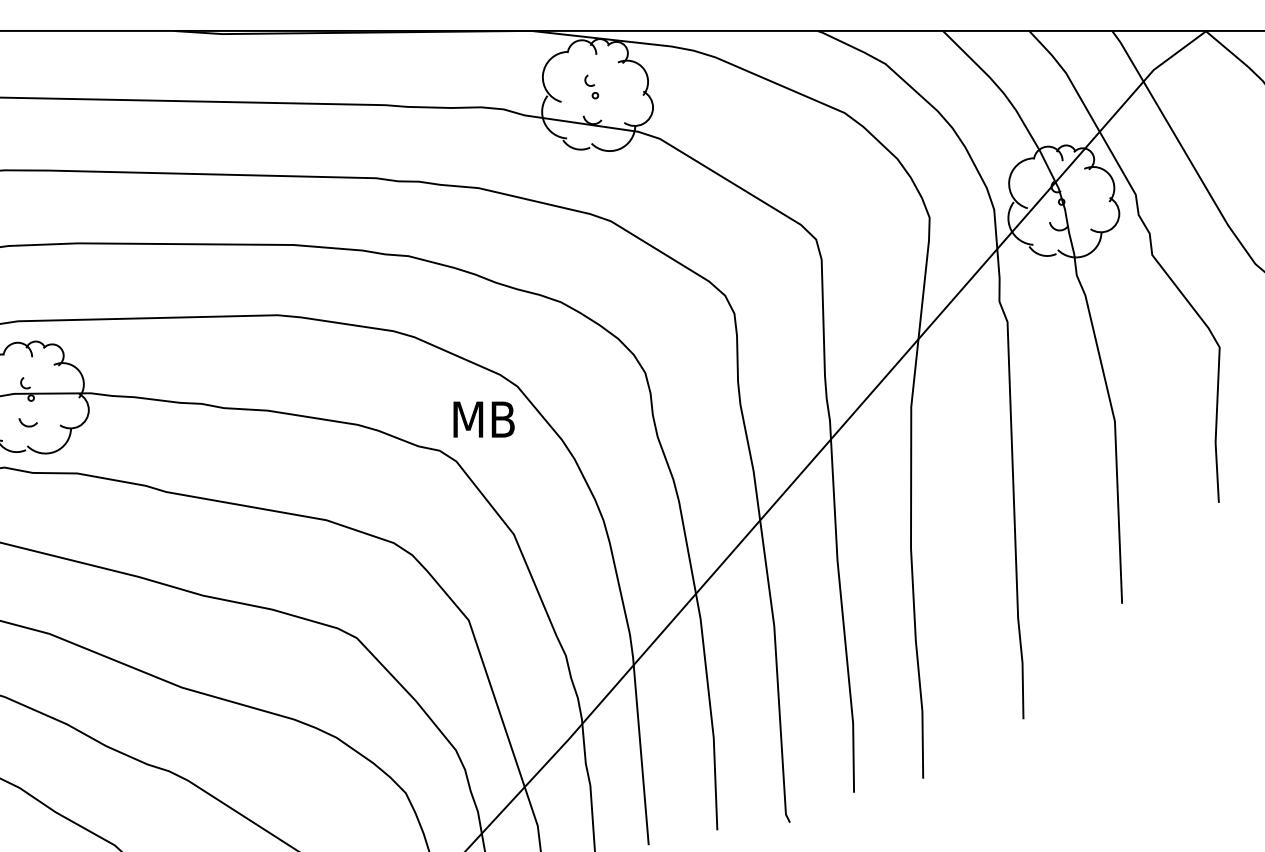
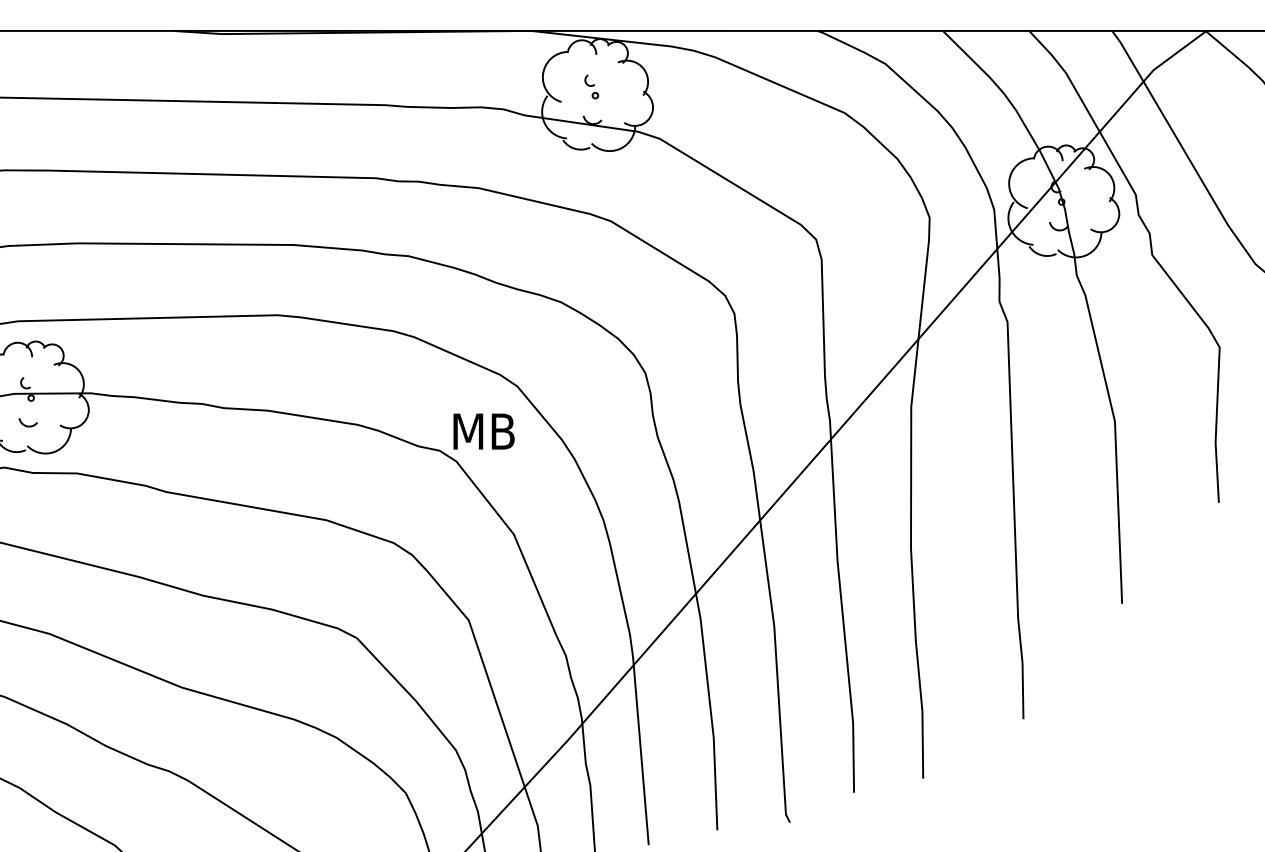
text at (483, 419) position: (483, 419) -> (483, 431)
